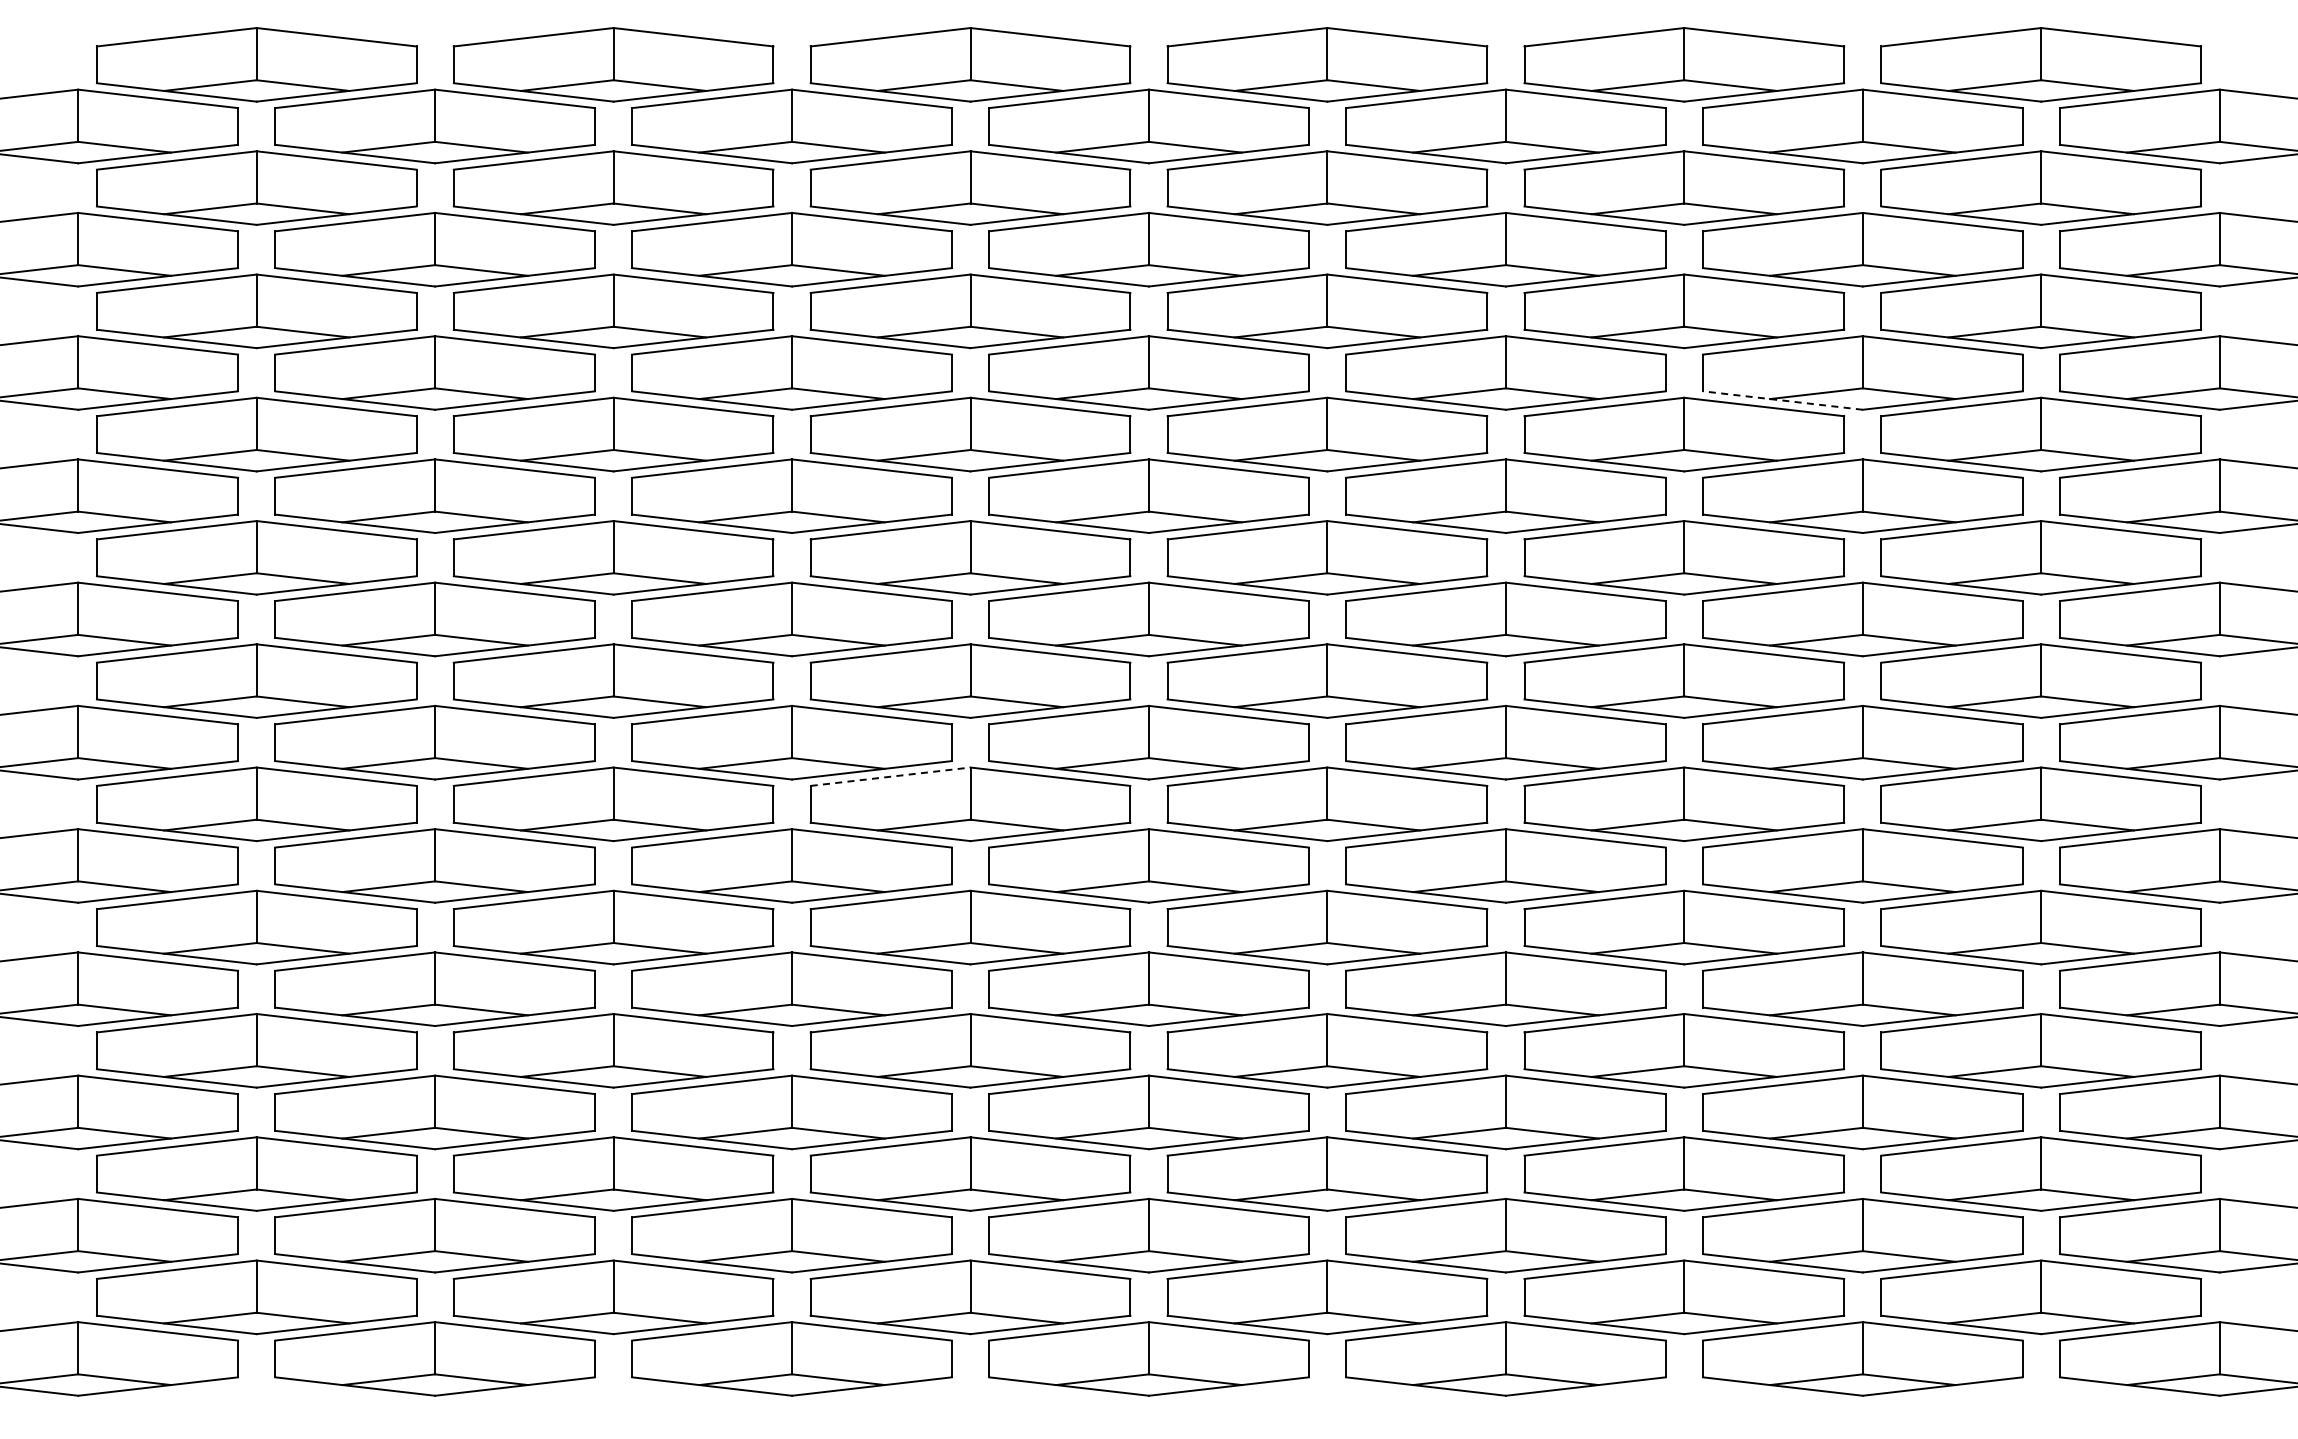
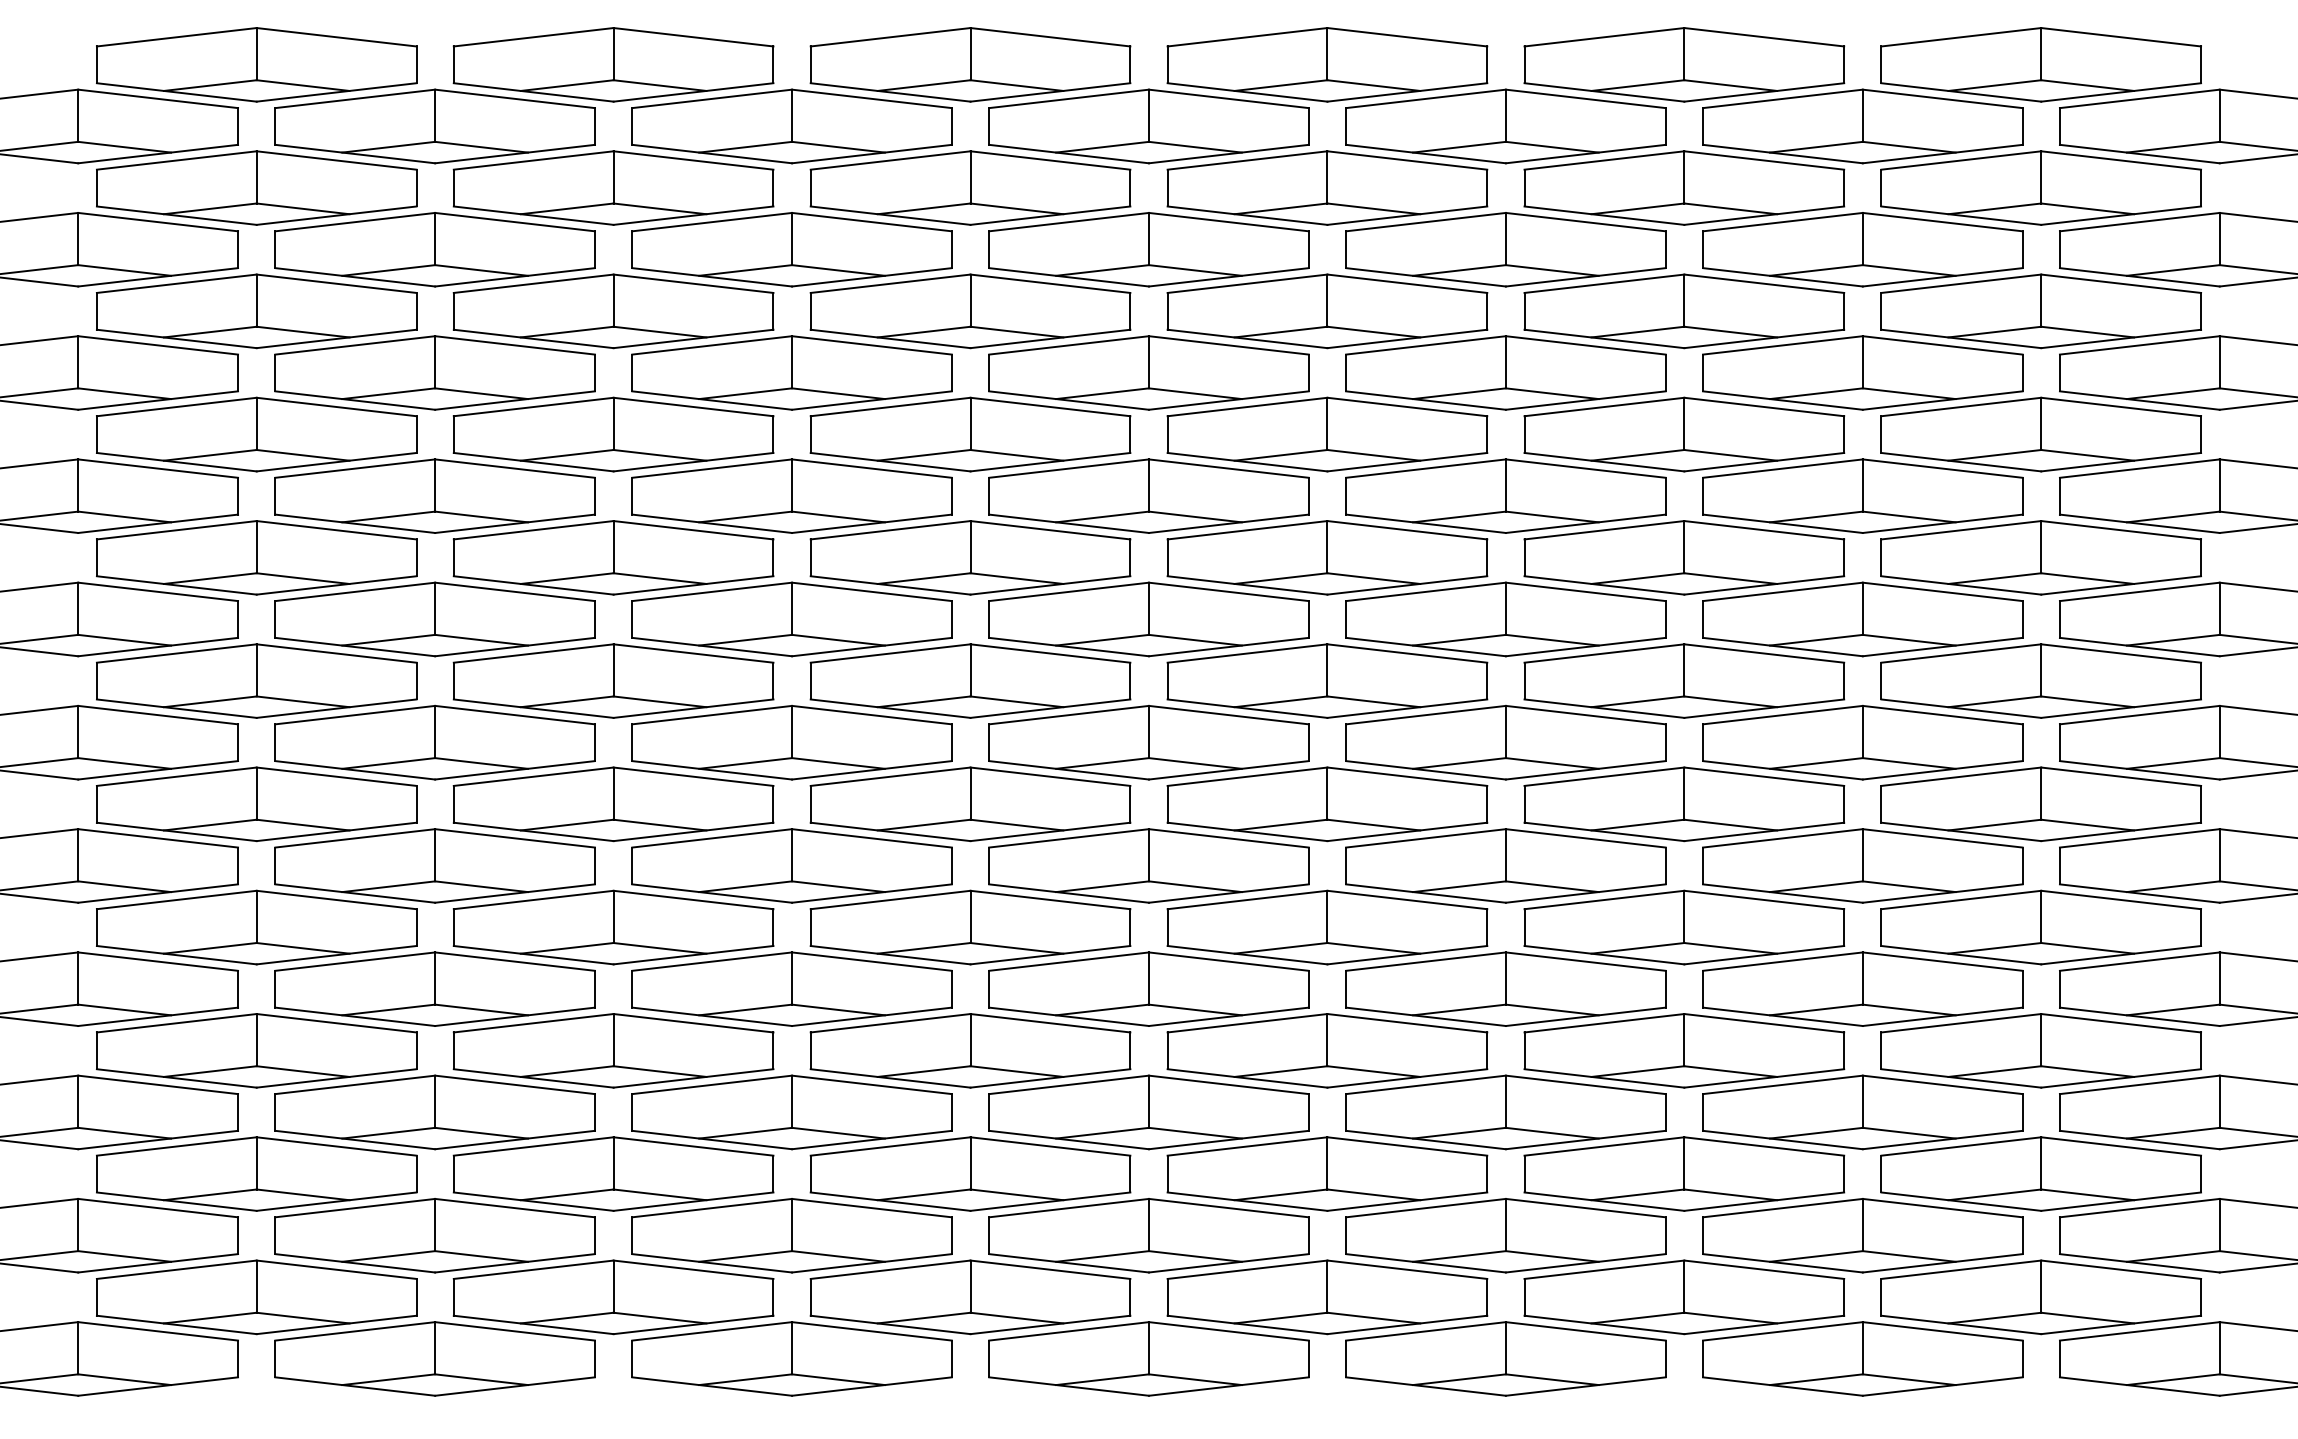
line at (1782, 400): dashed -> solid
line at (891, 776): dashed -> solid
